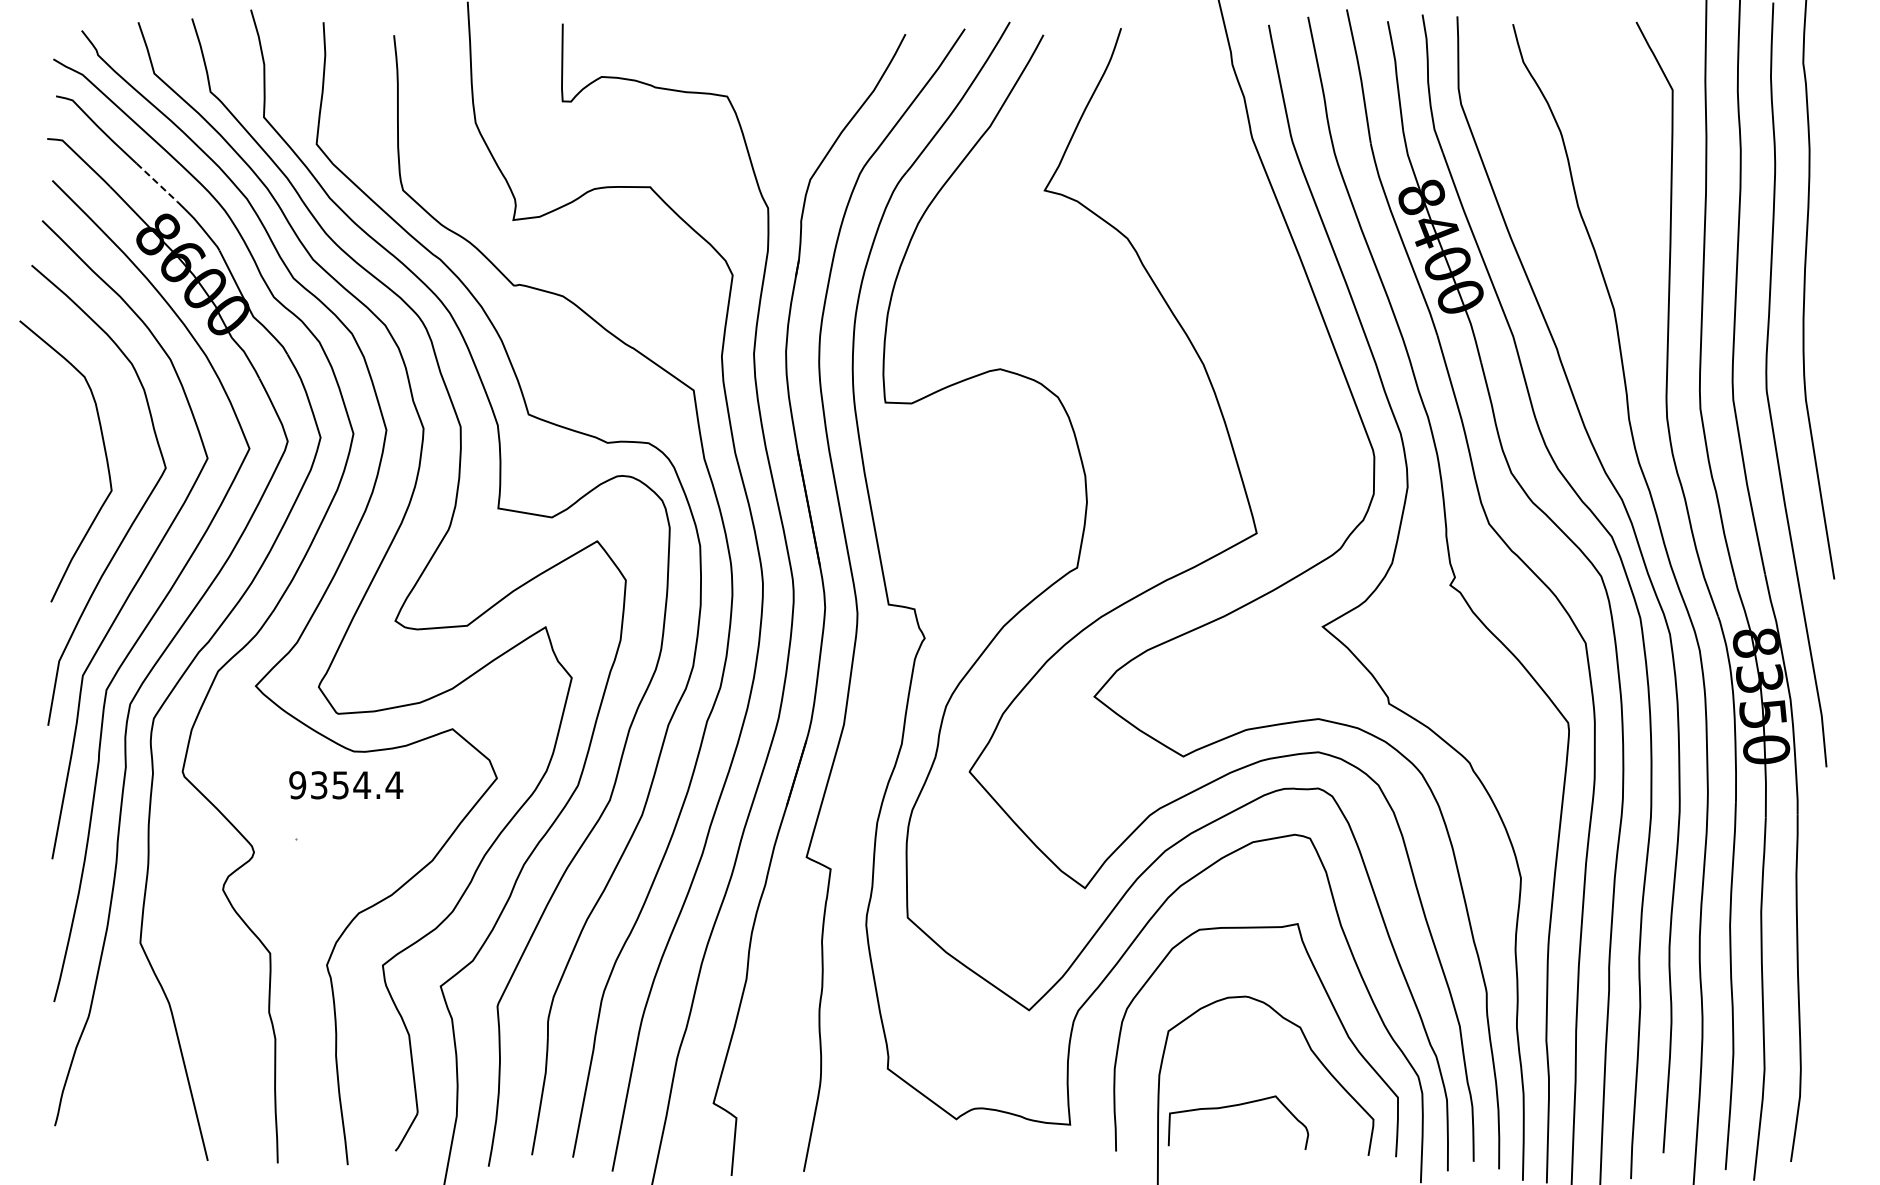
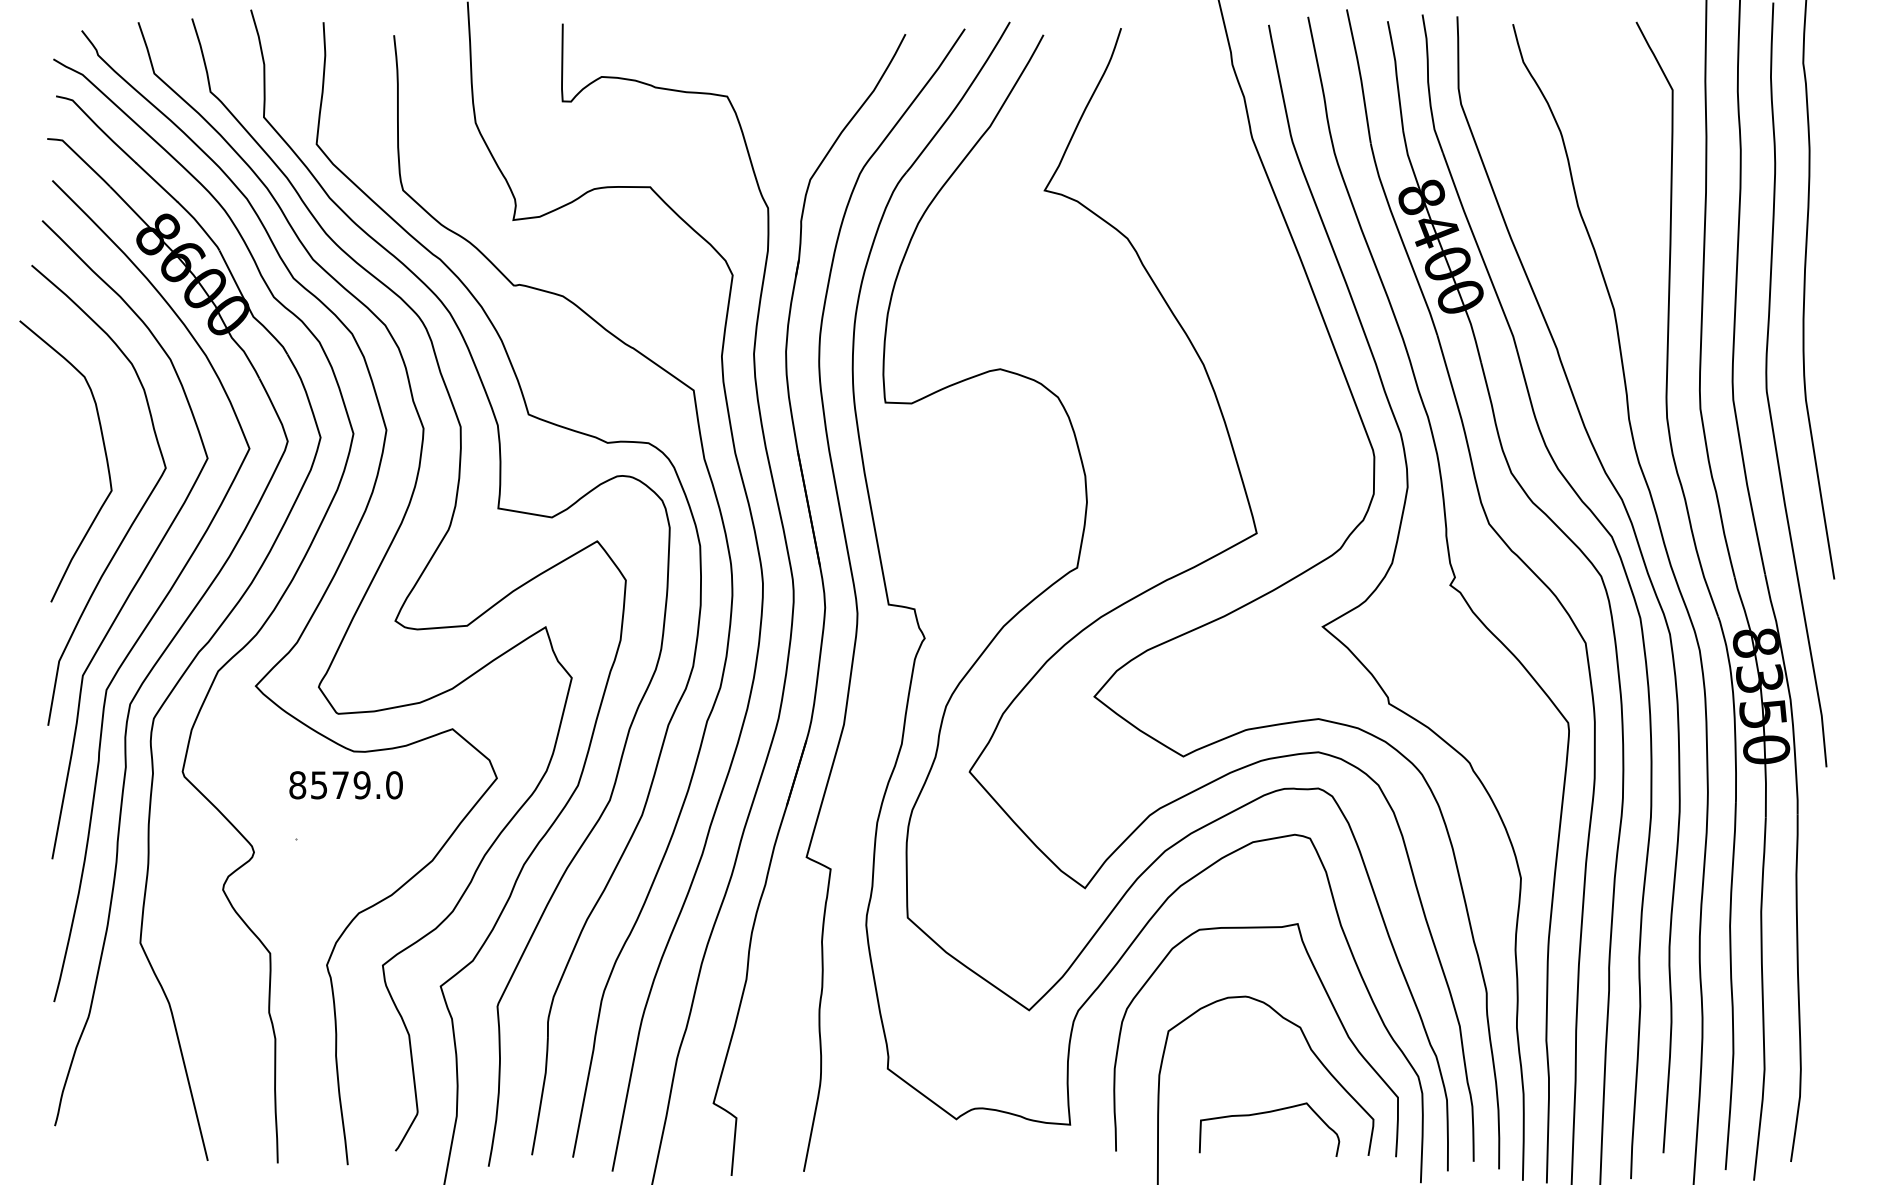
line at (156, 182): dashed -> solid
text at (346, 785): 9354.4 -> 8579.0
curve at (1236, 1106) position: (1236, 1106) -> (1267, 1113)
